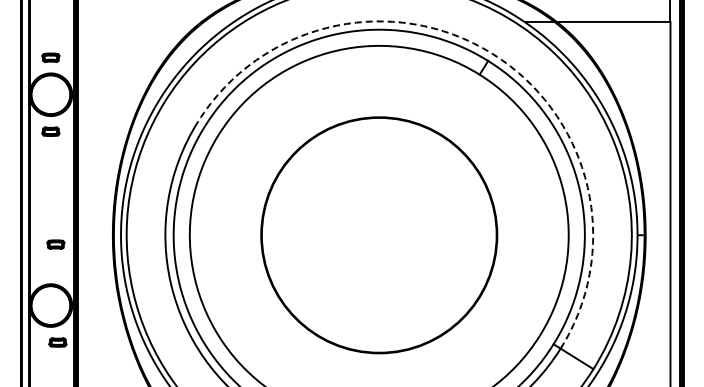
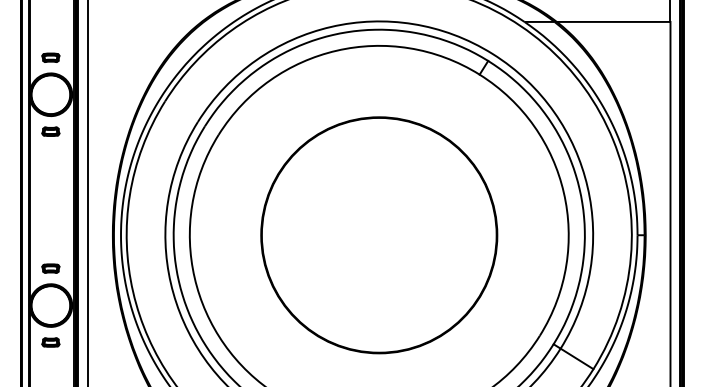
arc at (492, 53): dashed -> solid
line at (88, 192): none -> present
part at (55, 244) position: (55, 244) -> (50, 268)
part at (57, 342) position: (57, 342) -> (50, 342)
